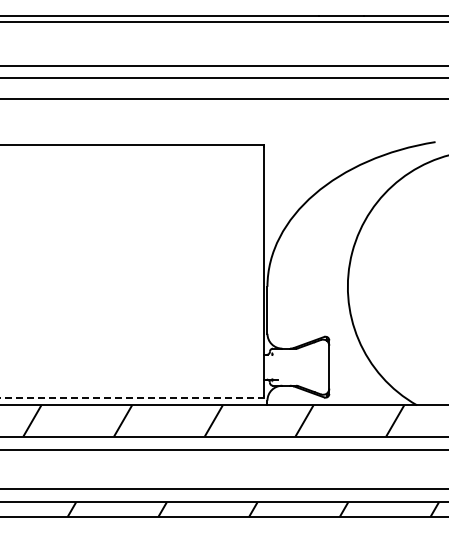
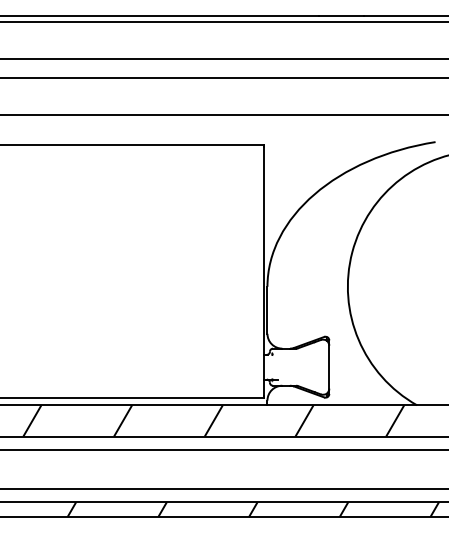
line at (223, 66) position: (223, 66) -> (223, 59)
line at (223, 98) position: (223, 98) -> (223, 114)
line at (132, 398): dashed -> solid
